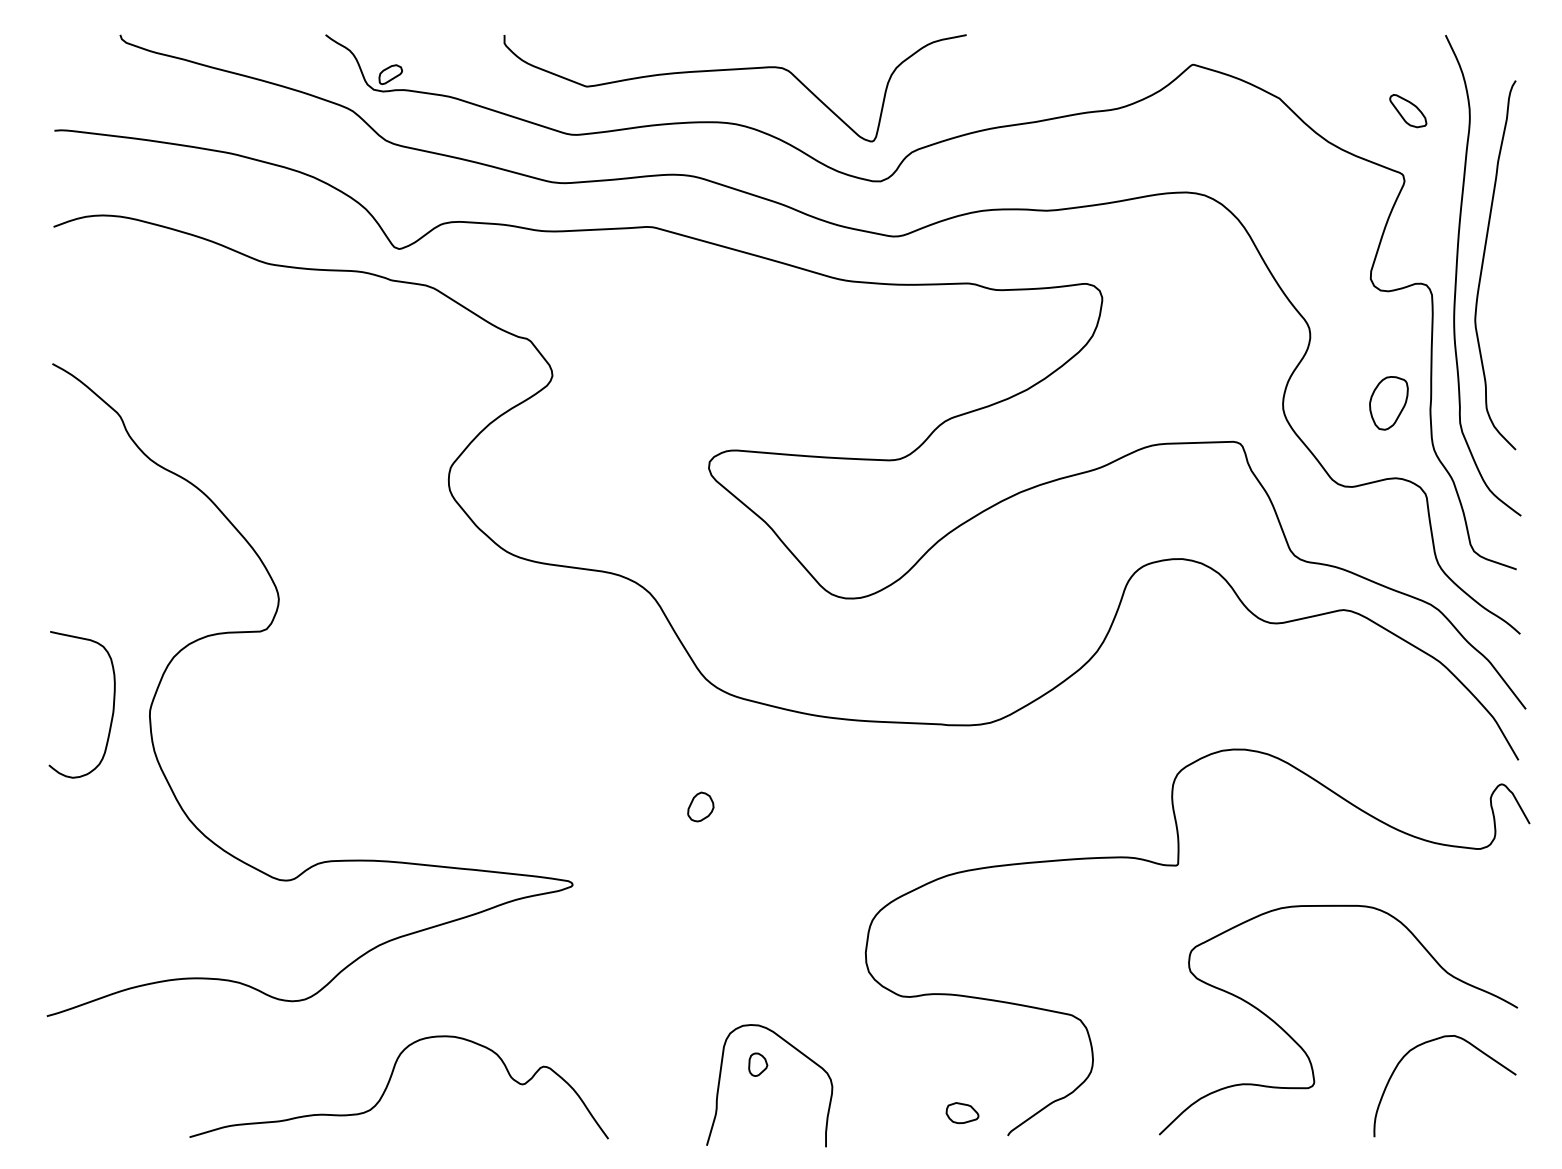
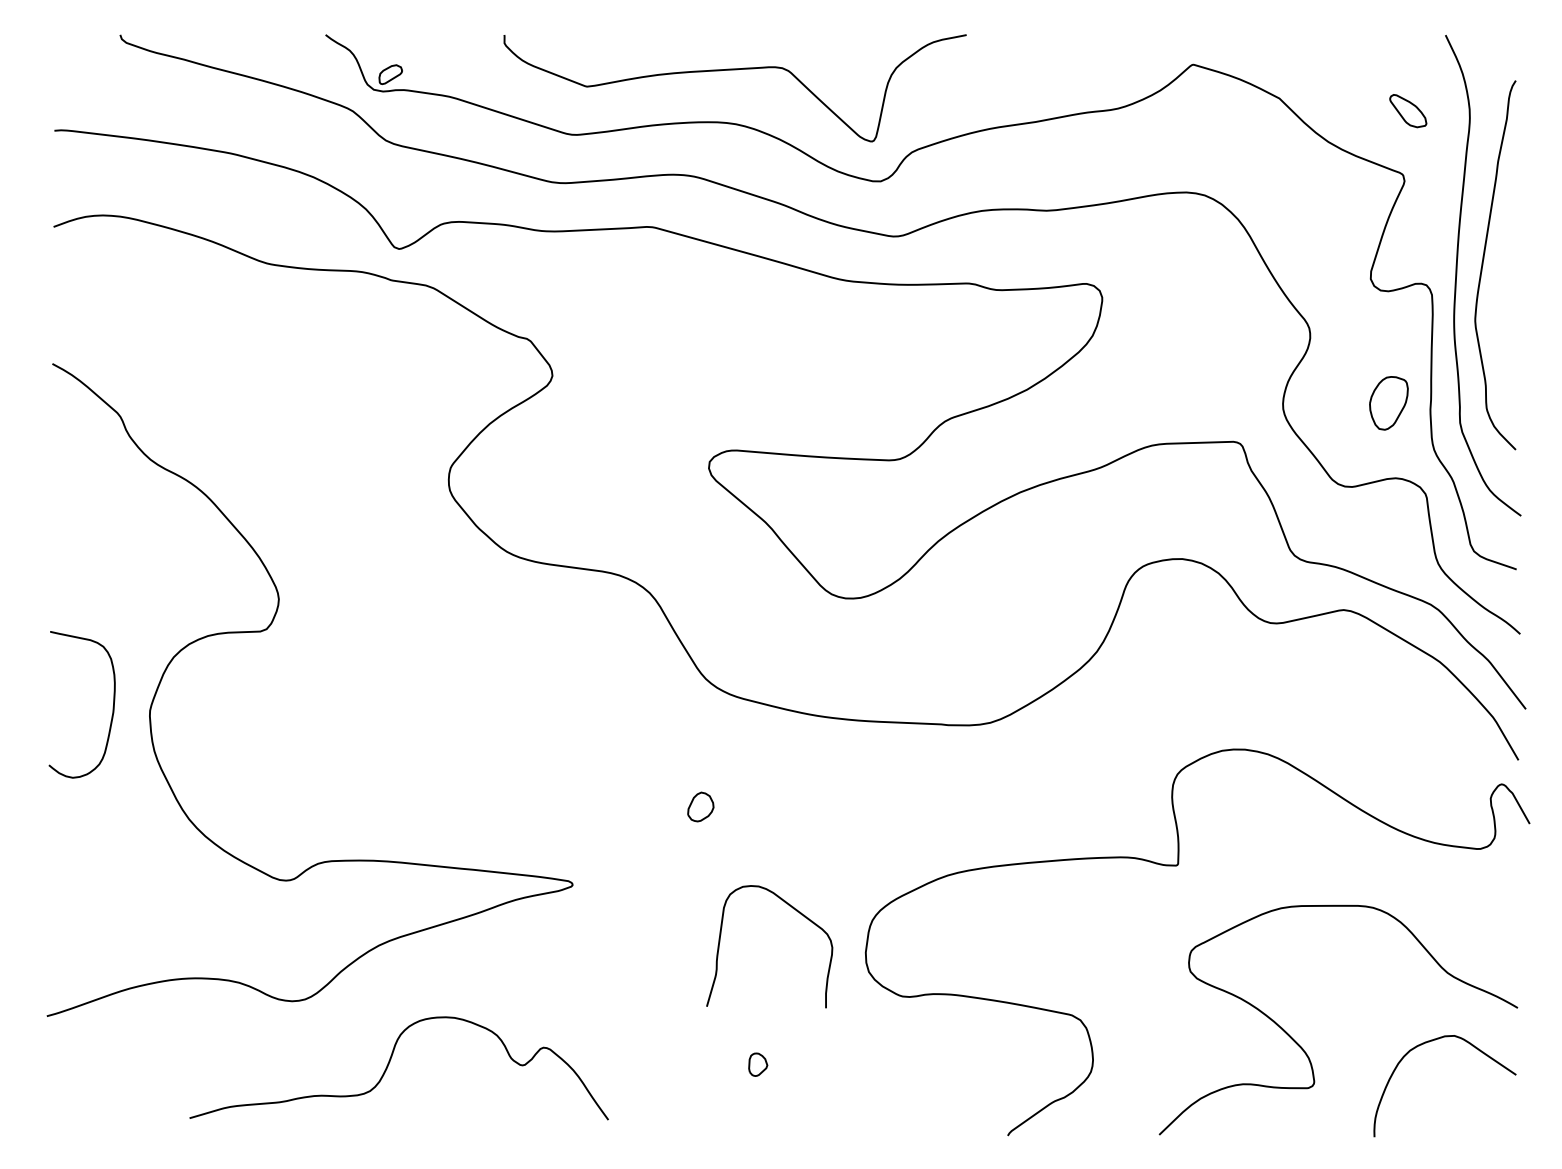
curve at (797, 1051) position: (797, 1051) -> (797, 912)
curve at (389, 1083) position: (389, 1083) -> (389, 1064)
part at (962, 1113): present -> none
